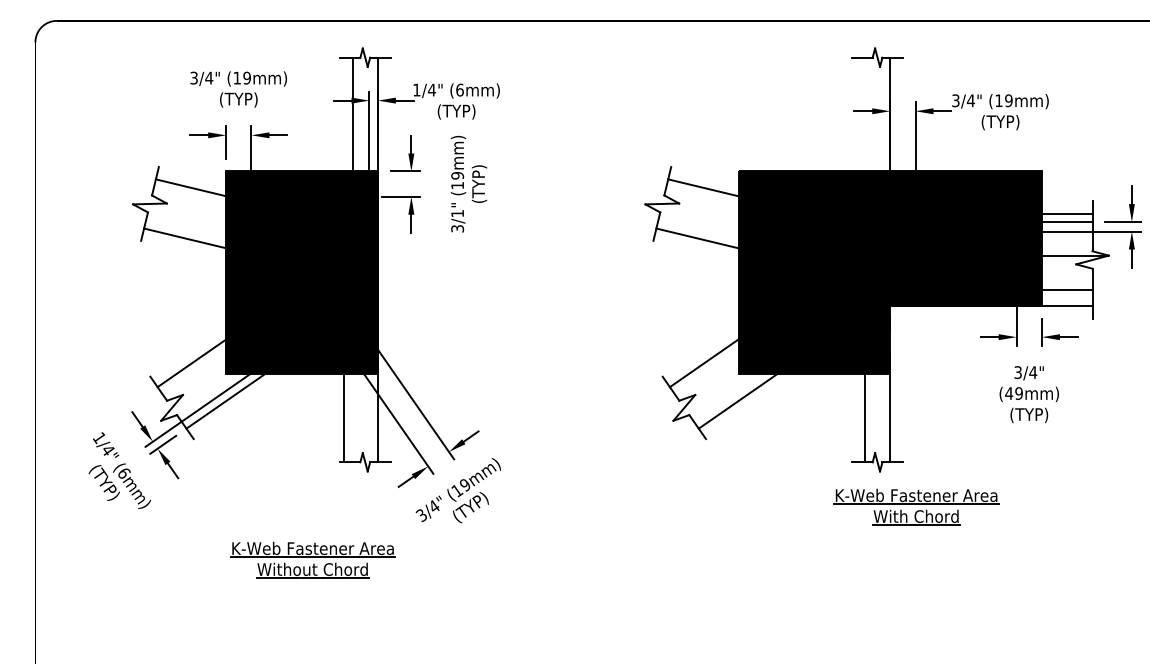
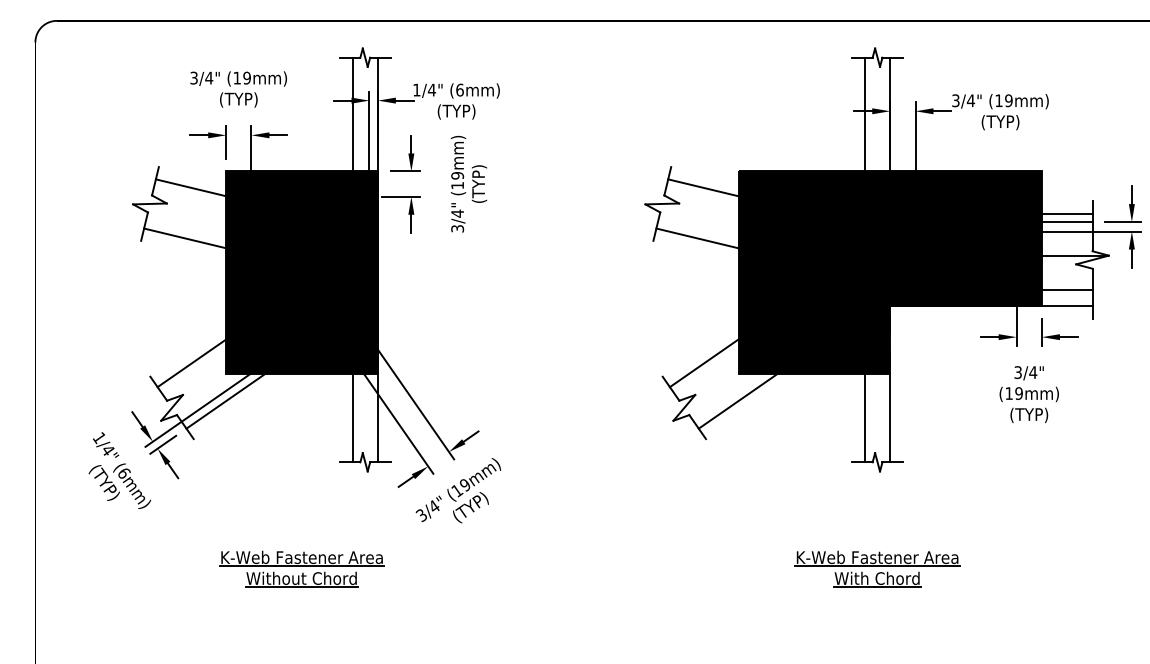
line at (864, 114): none -> present
text at (457, 213): 3/1" -> 3/4"
text at (1009, 393): (49mm) -> (19mm)
line at (343, 417) position: (343, 417) -> (352, 417)
part at (916, 506) position: (916, 506) -> (877, 568)
part at (312, 559) position: (312, 559) -> (301, 568)
